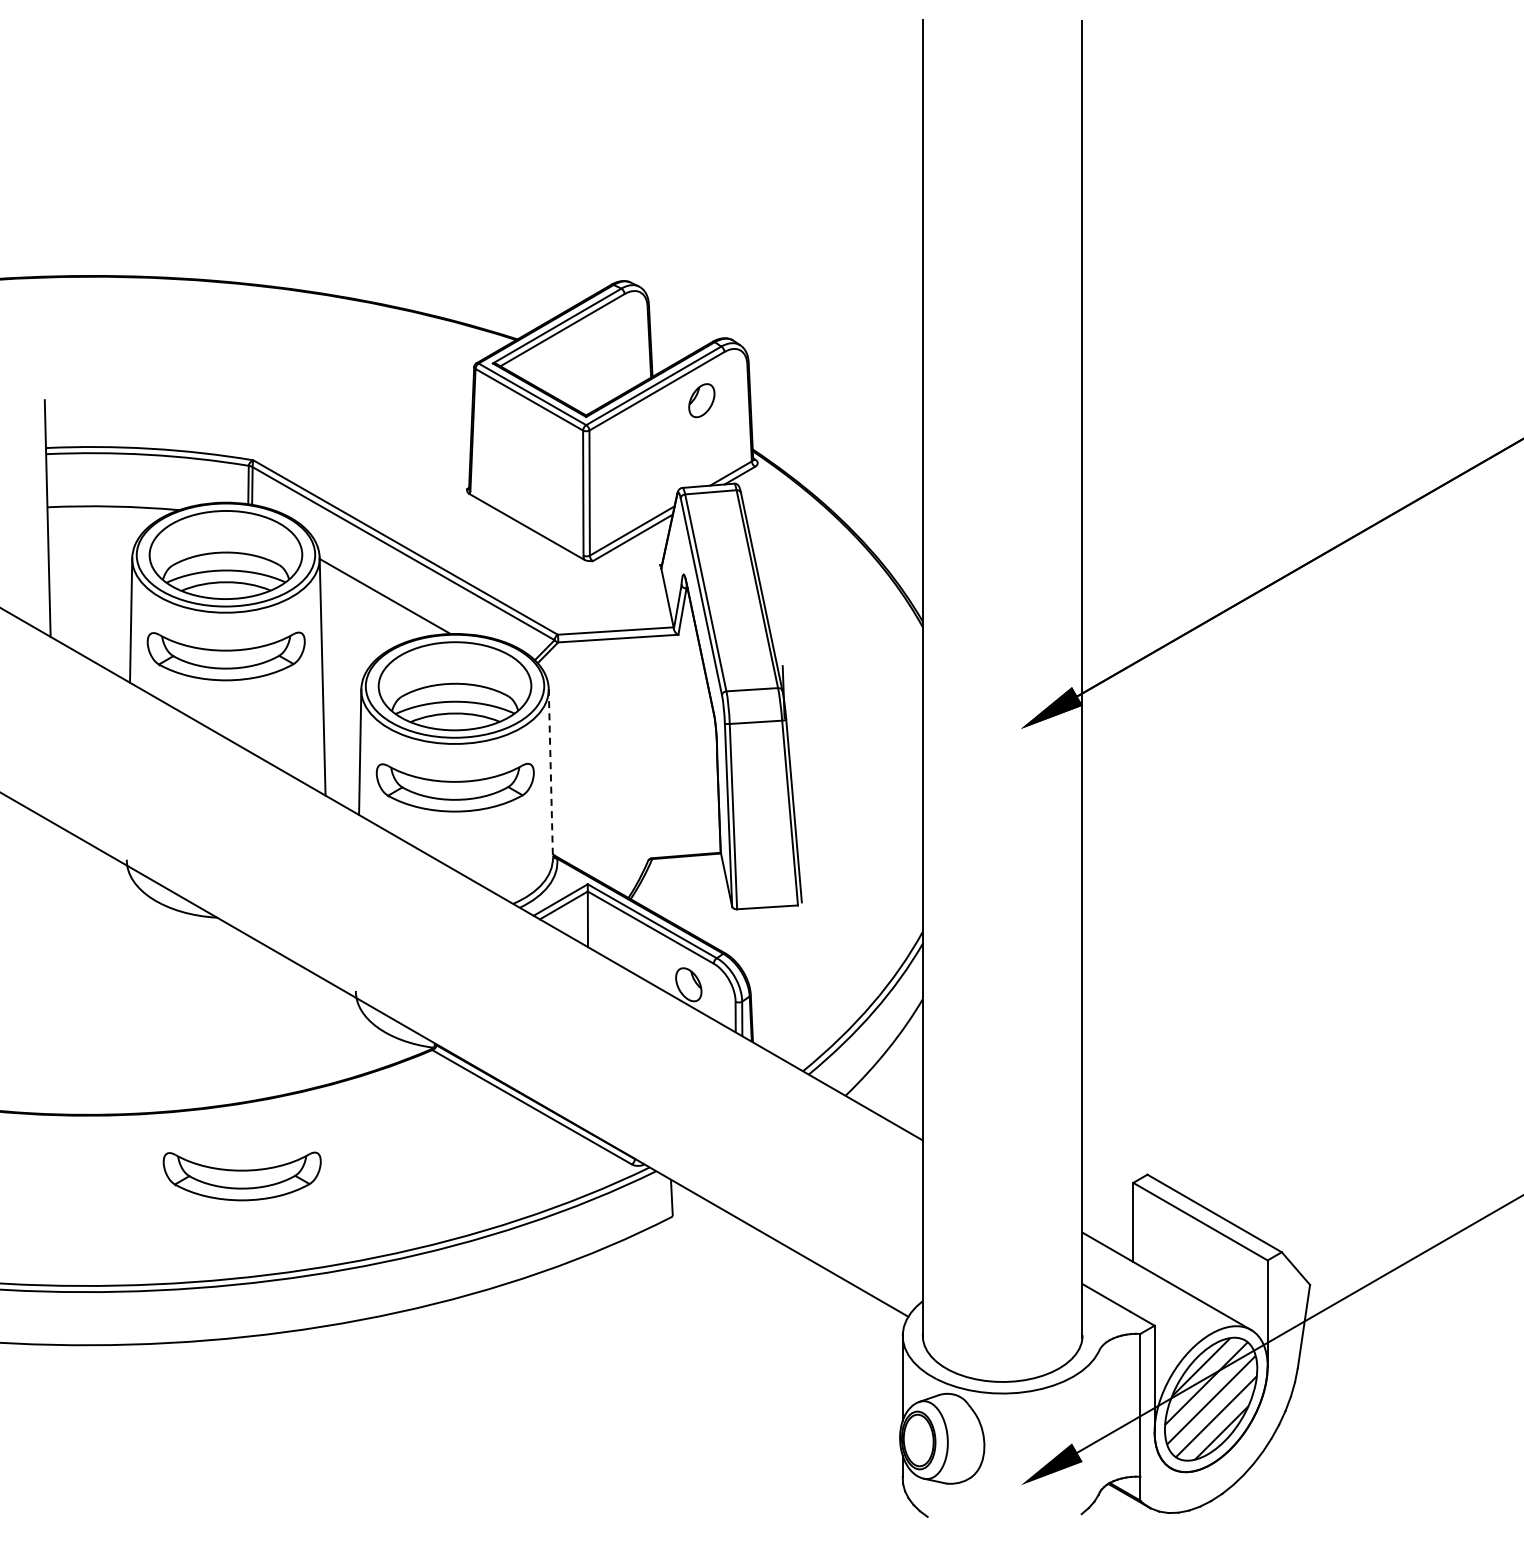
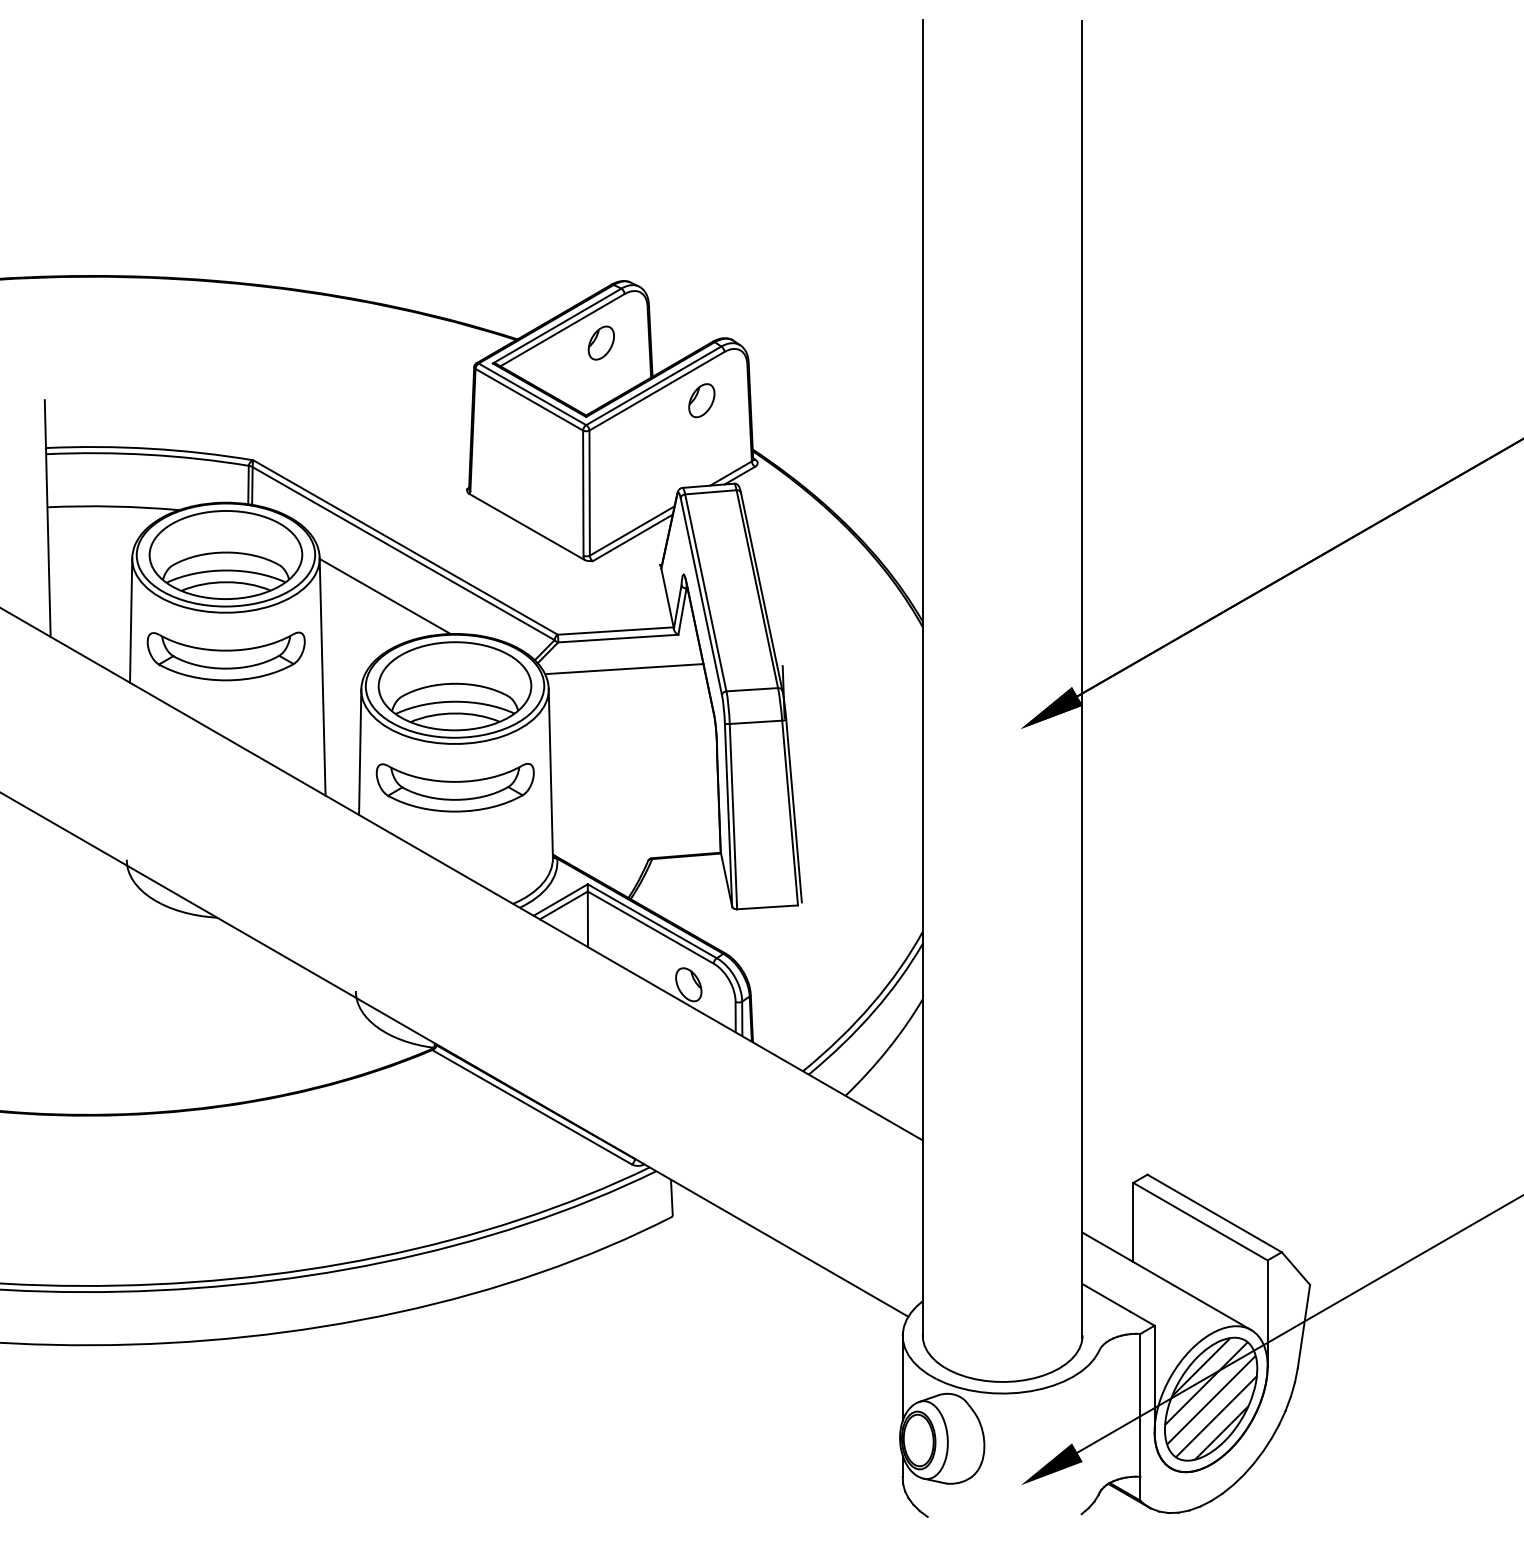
part at (600, 342): none -> present
line at (624, 669): none -> present
line at (550, 773): dashed -> solid
part at (241, 1176): present -> none
